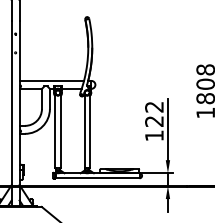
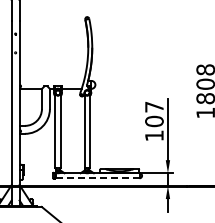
line at (51, 80): present -> none
text at (154, 114): 122 -> 107
line at (97, 178): solid -> dashed
